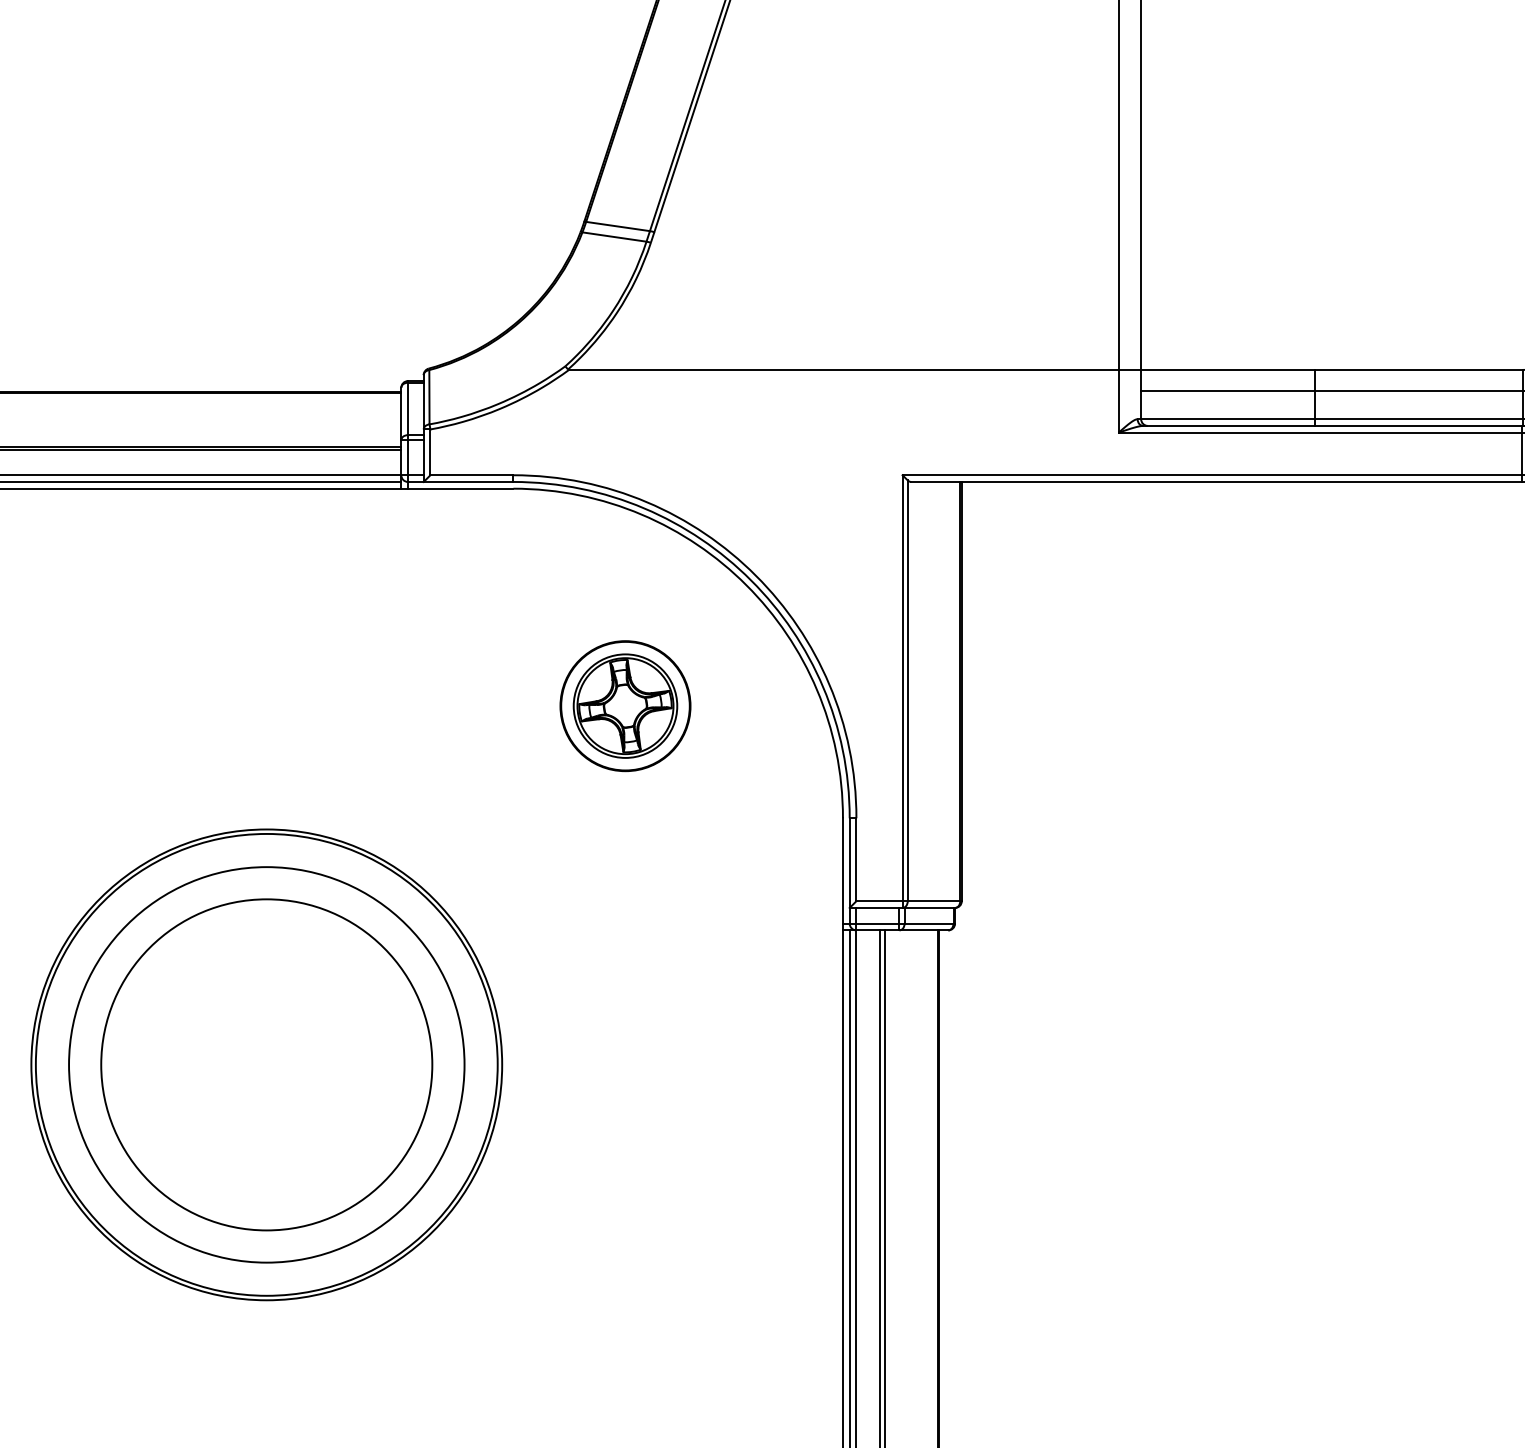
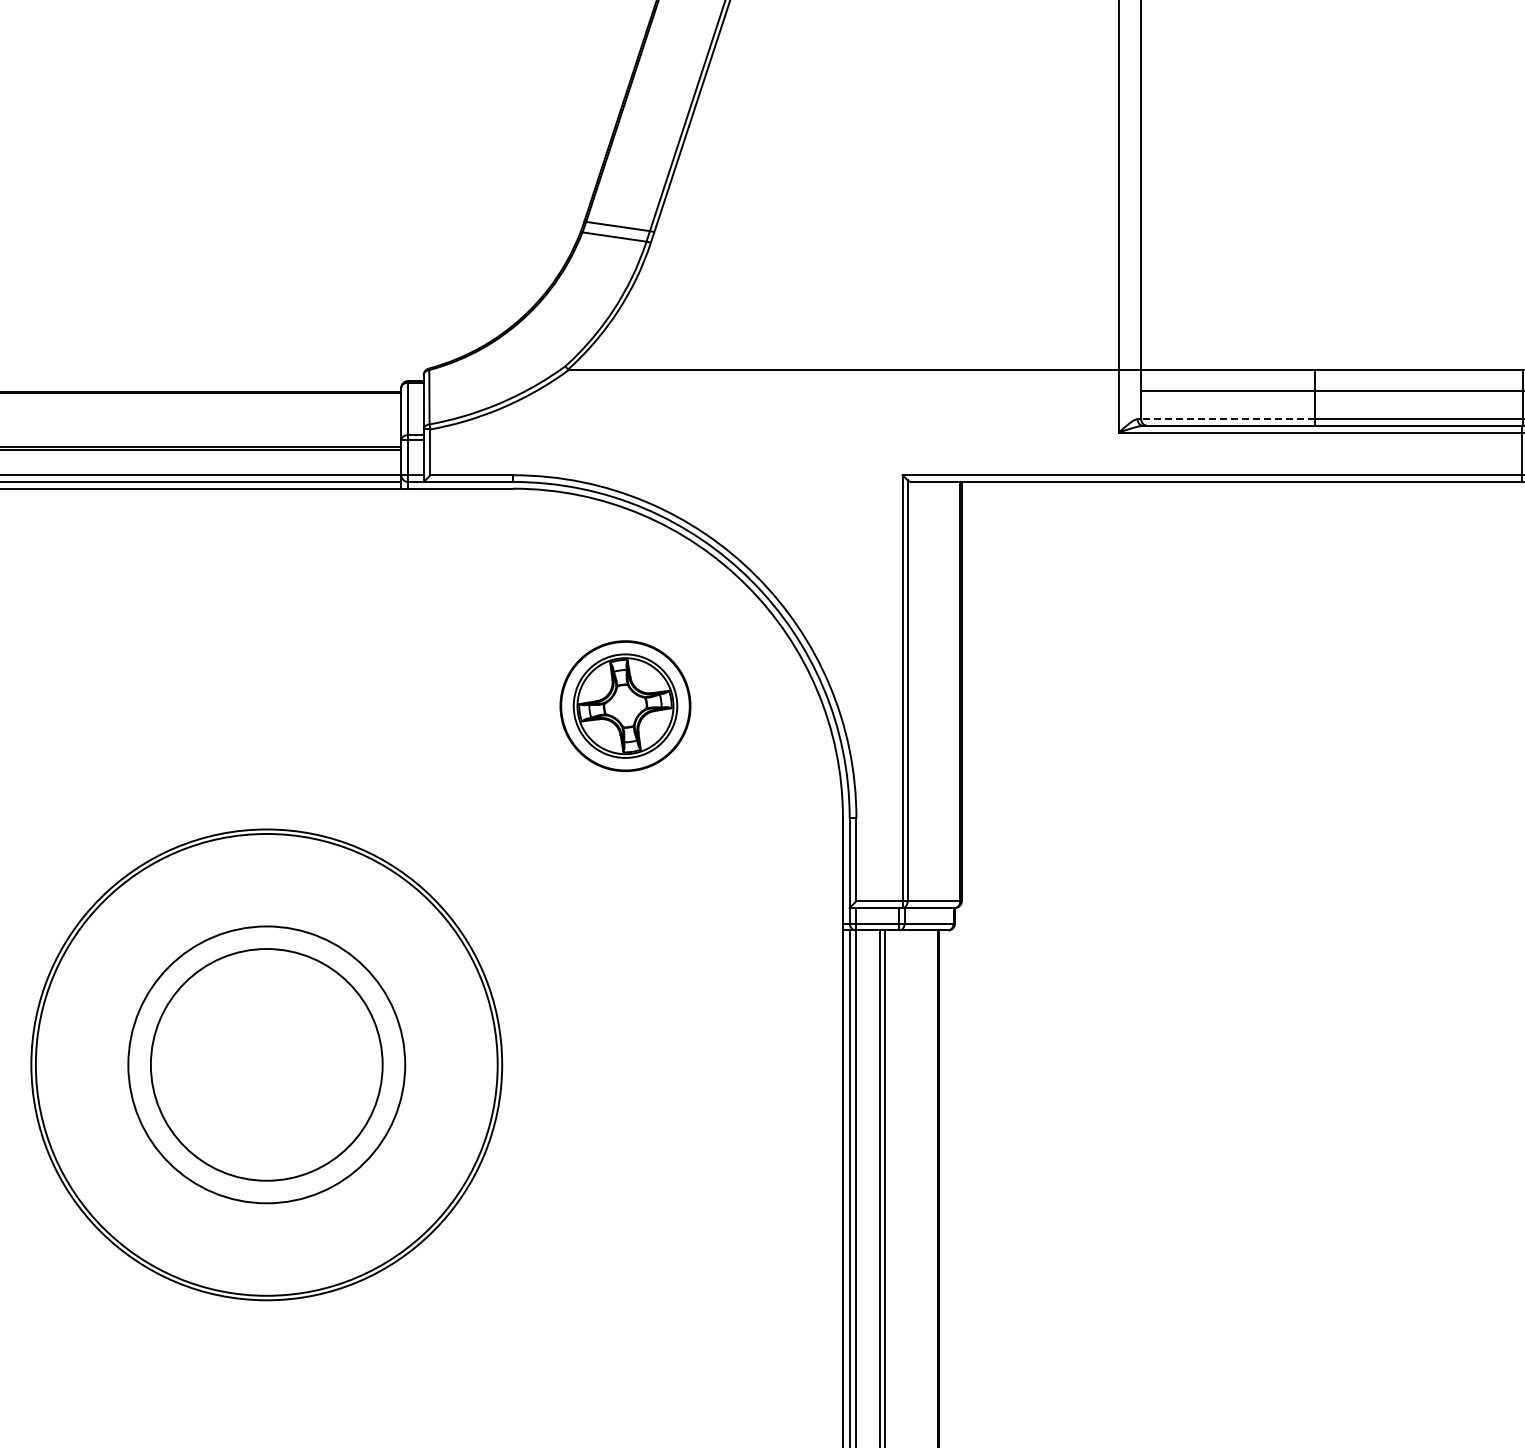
line at (1228, 419): solid -> dashed
circle at (266, 1064) diameter: 331 px -> 232 px
circle at (266, 1064) diameter: 396 px -> 277 px
